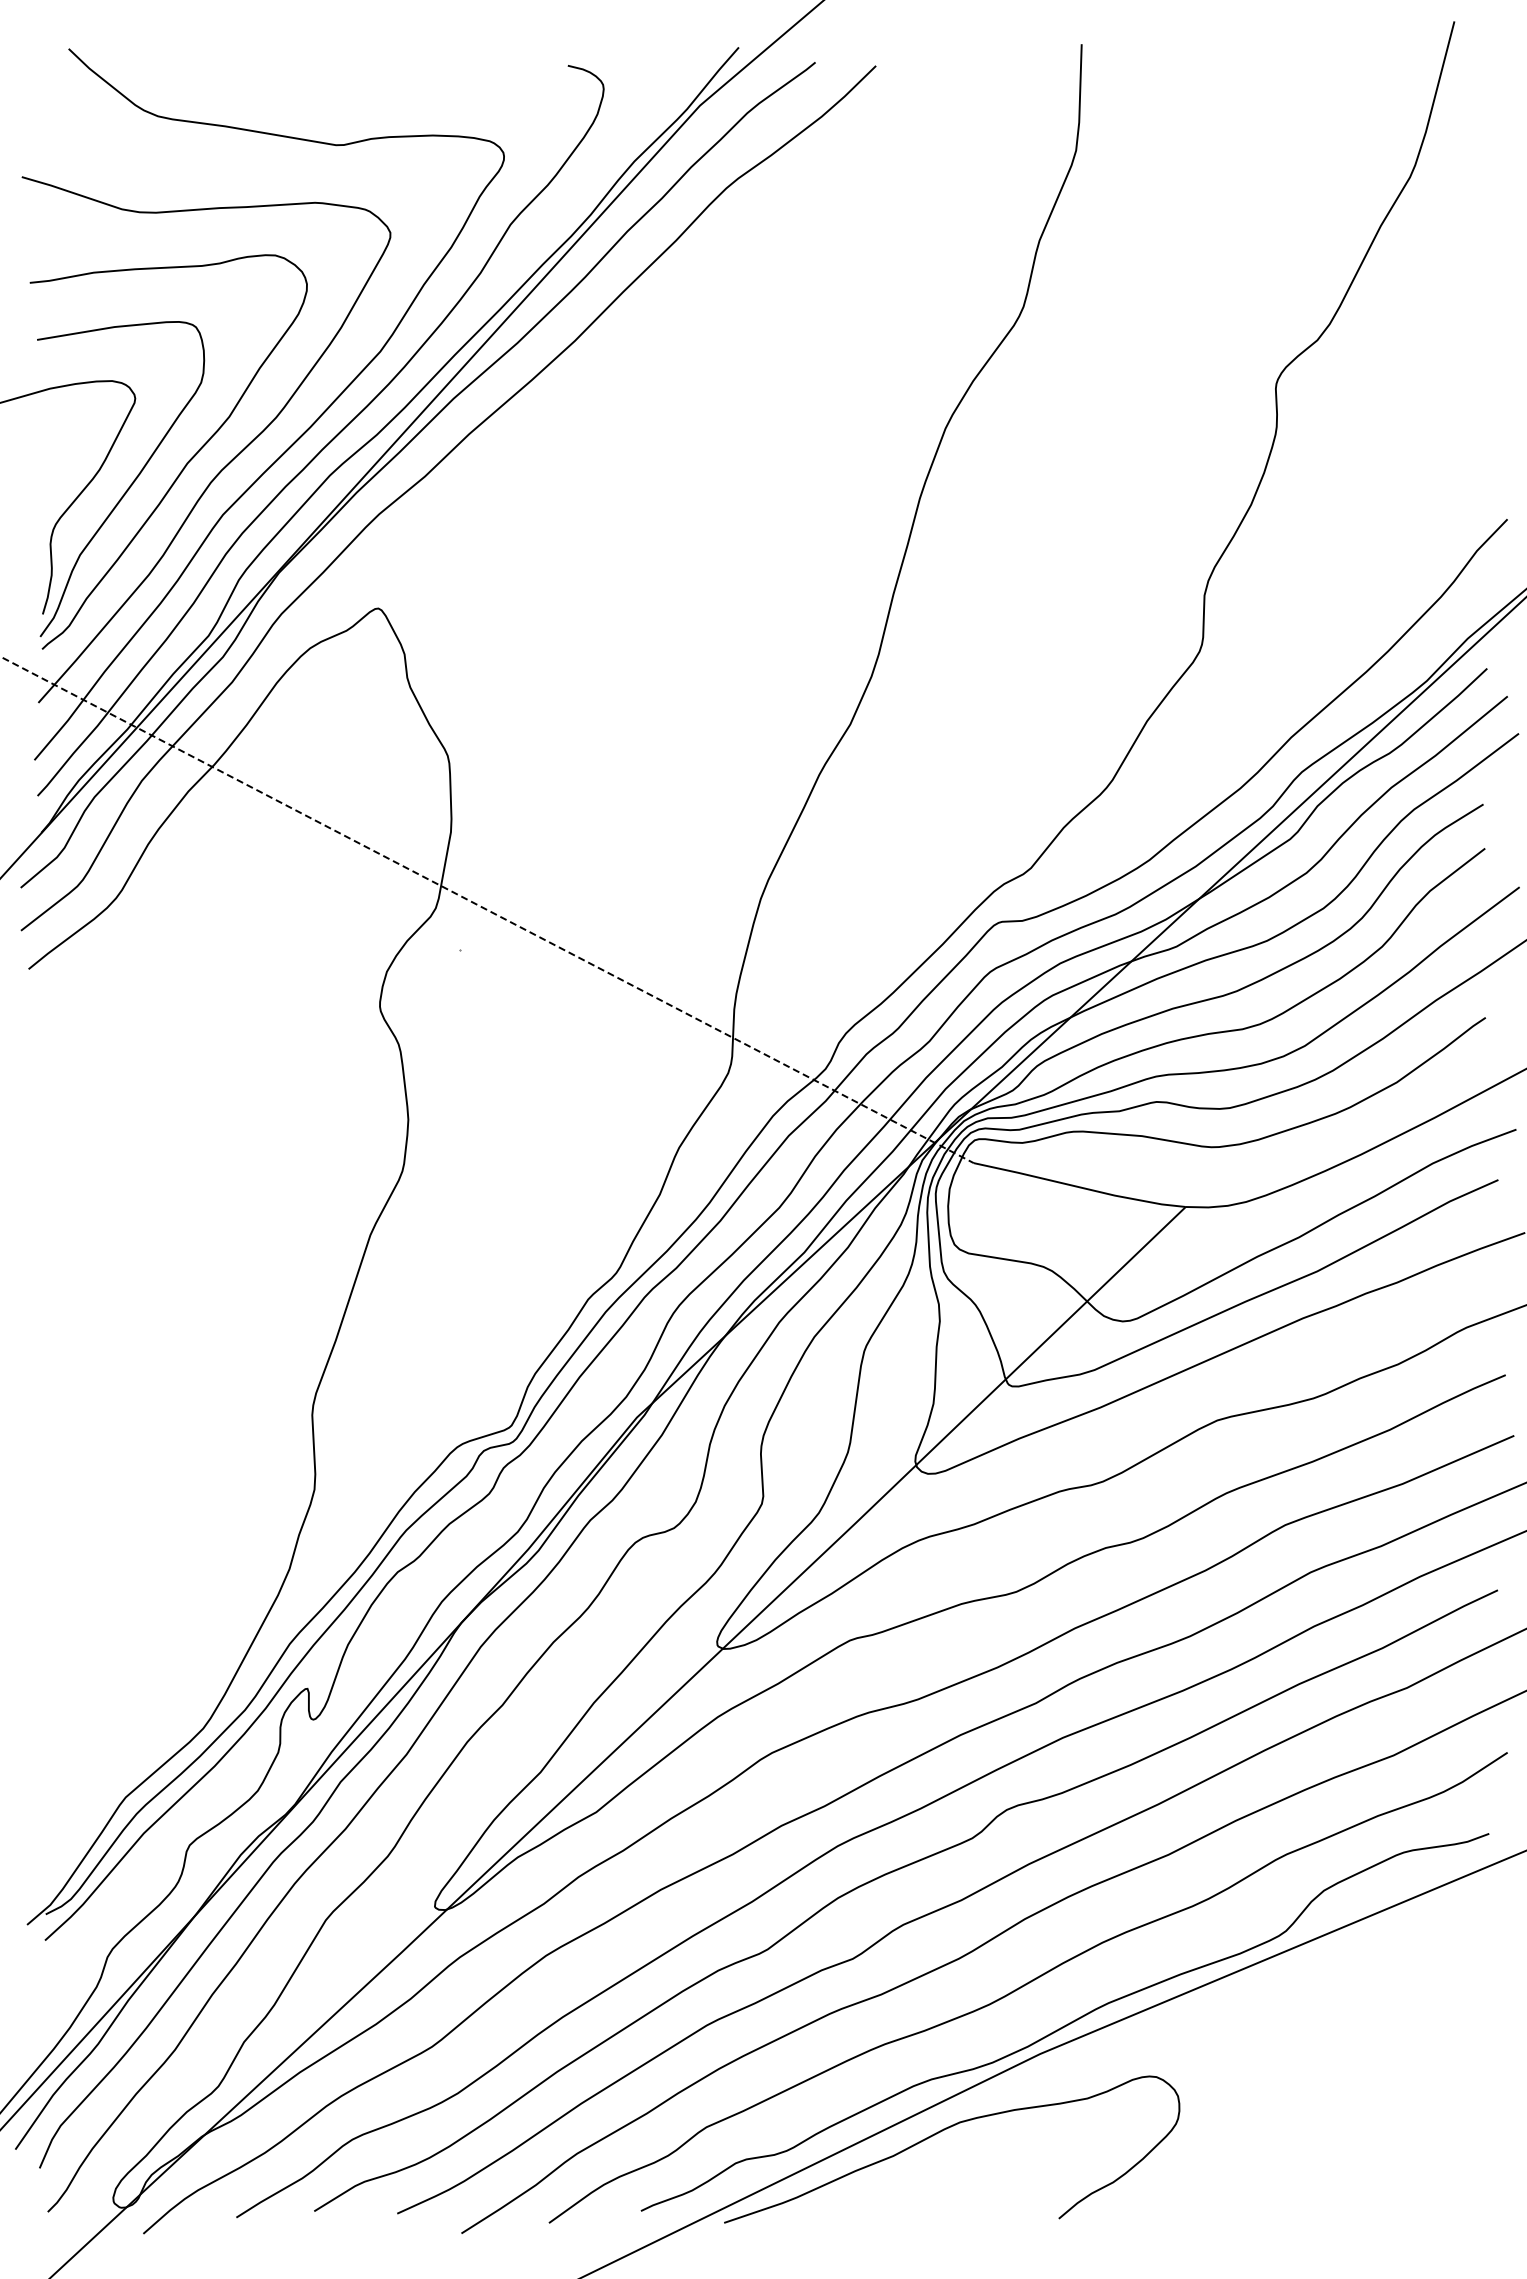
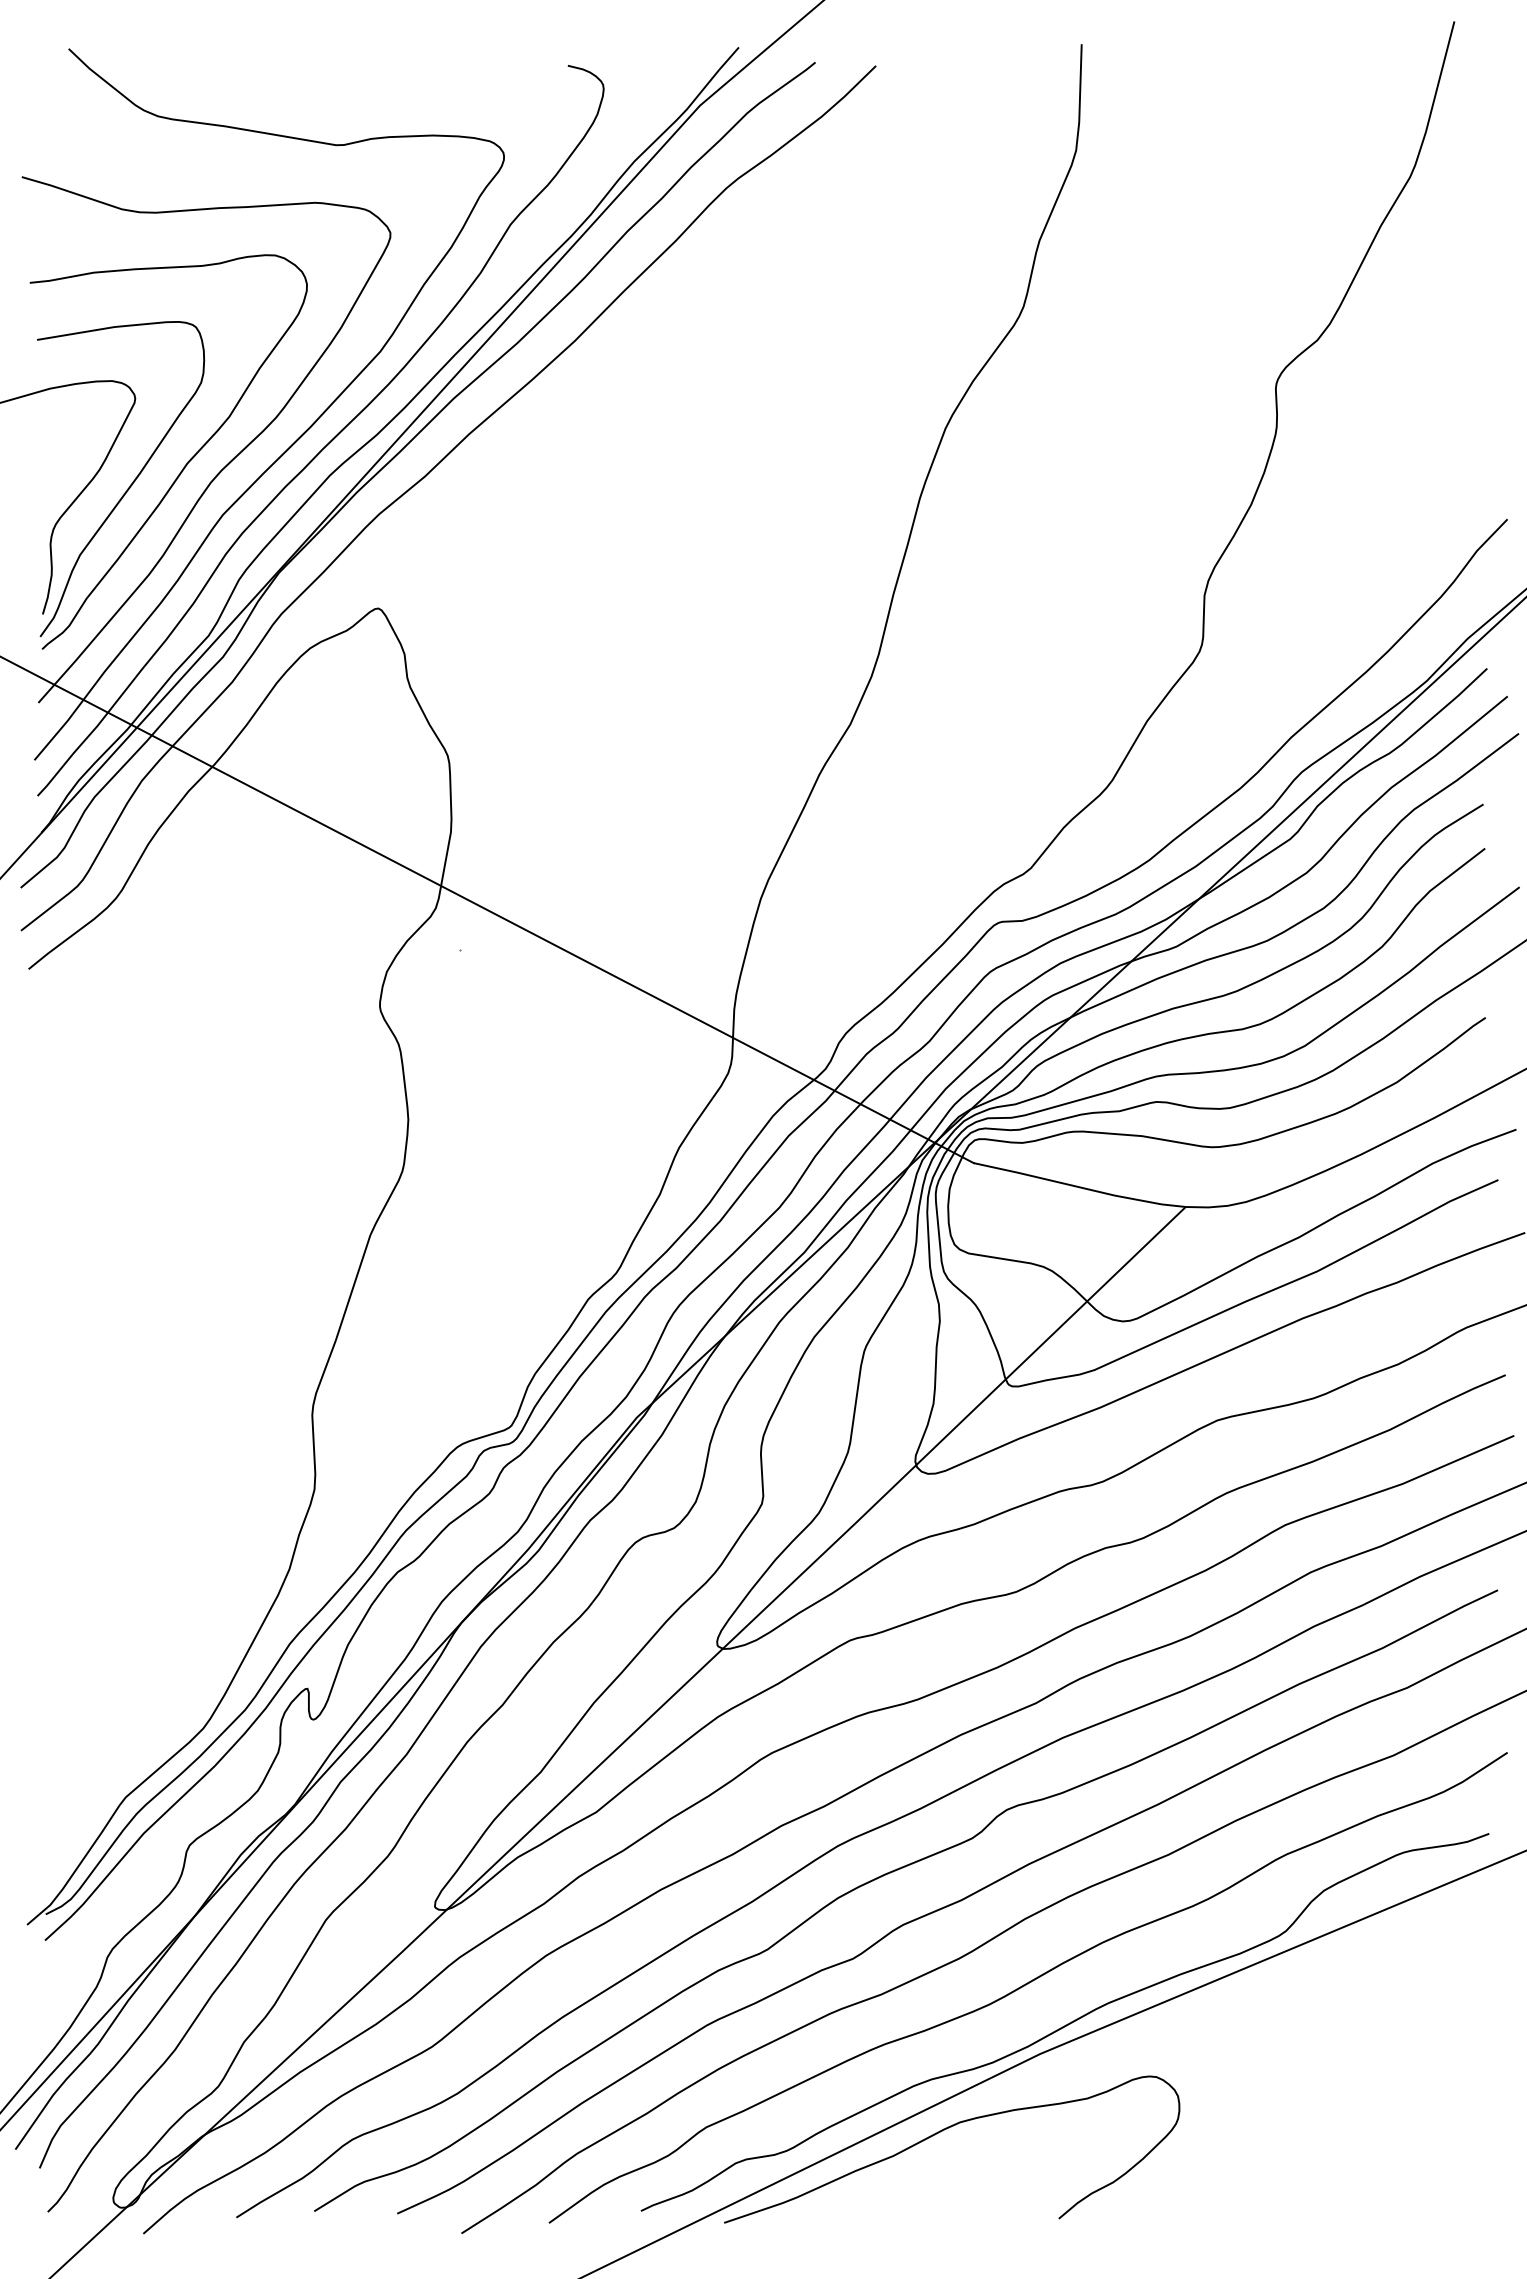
line at (486, 909): dashed -> solid
